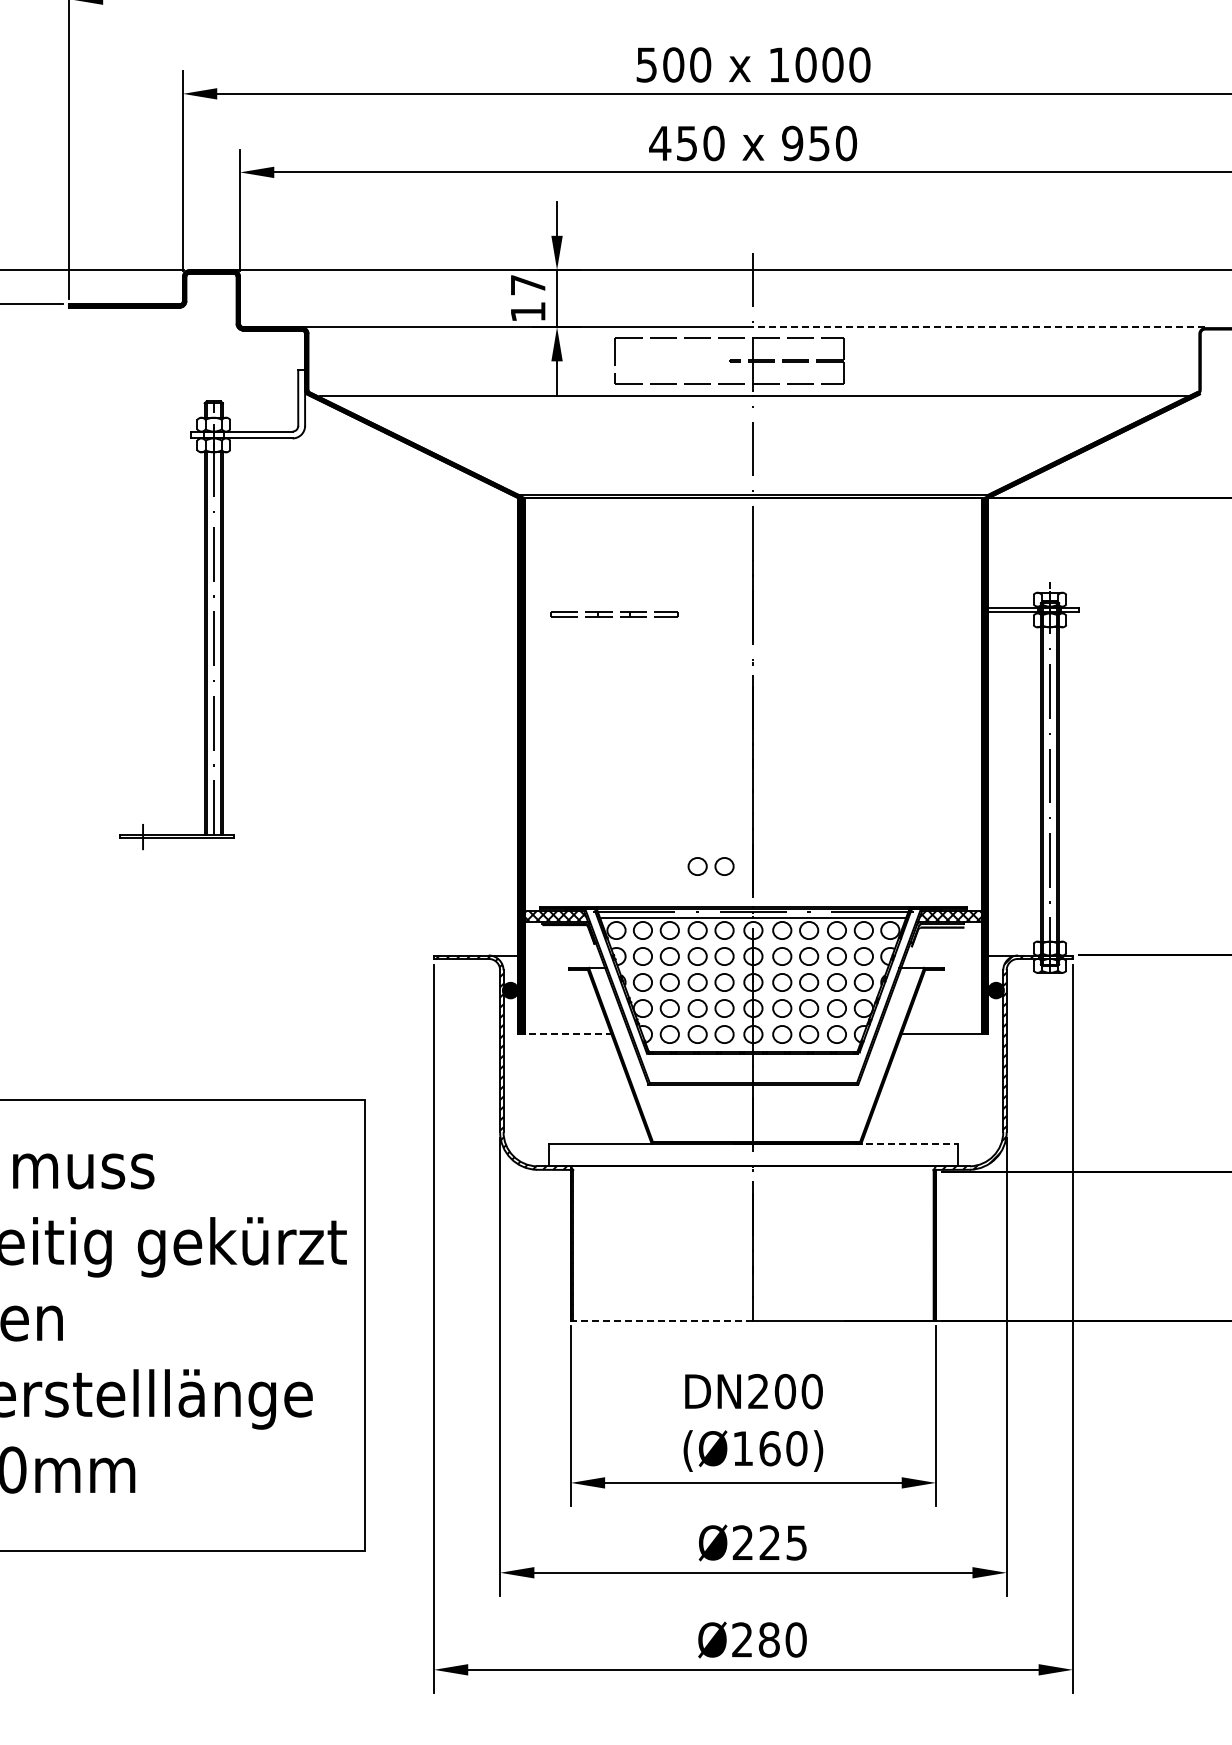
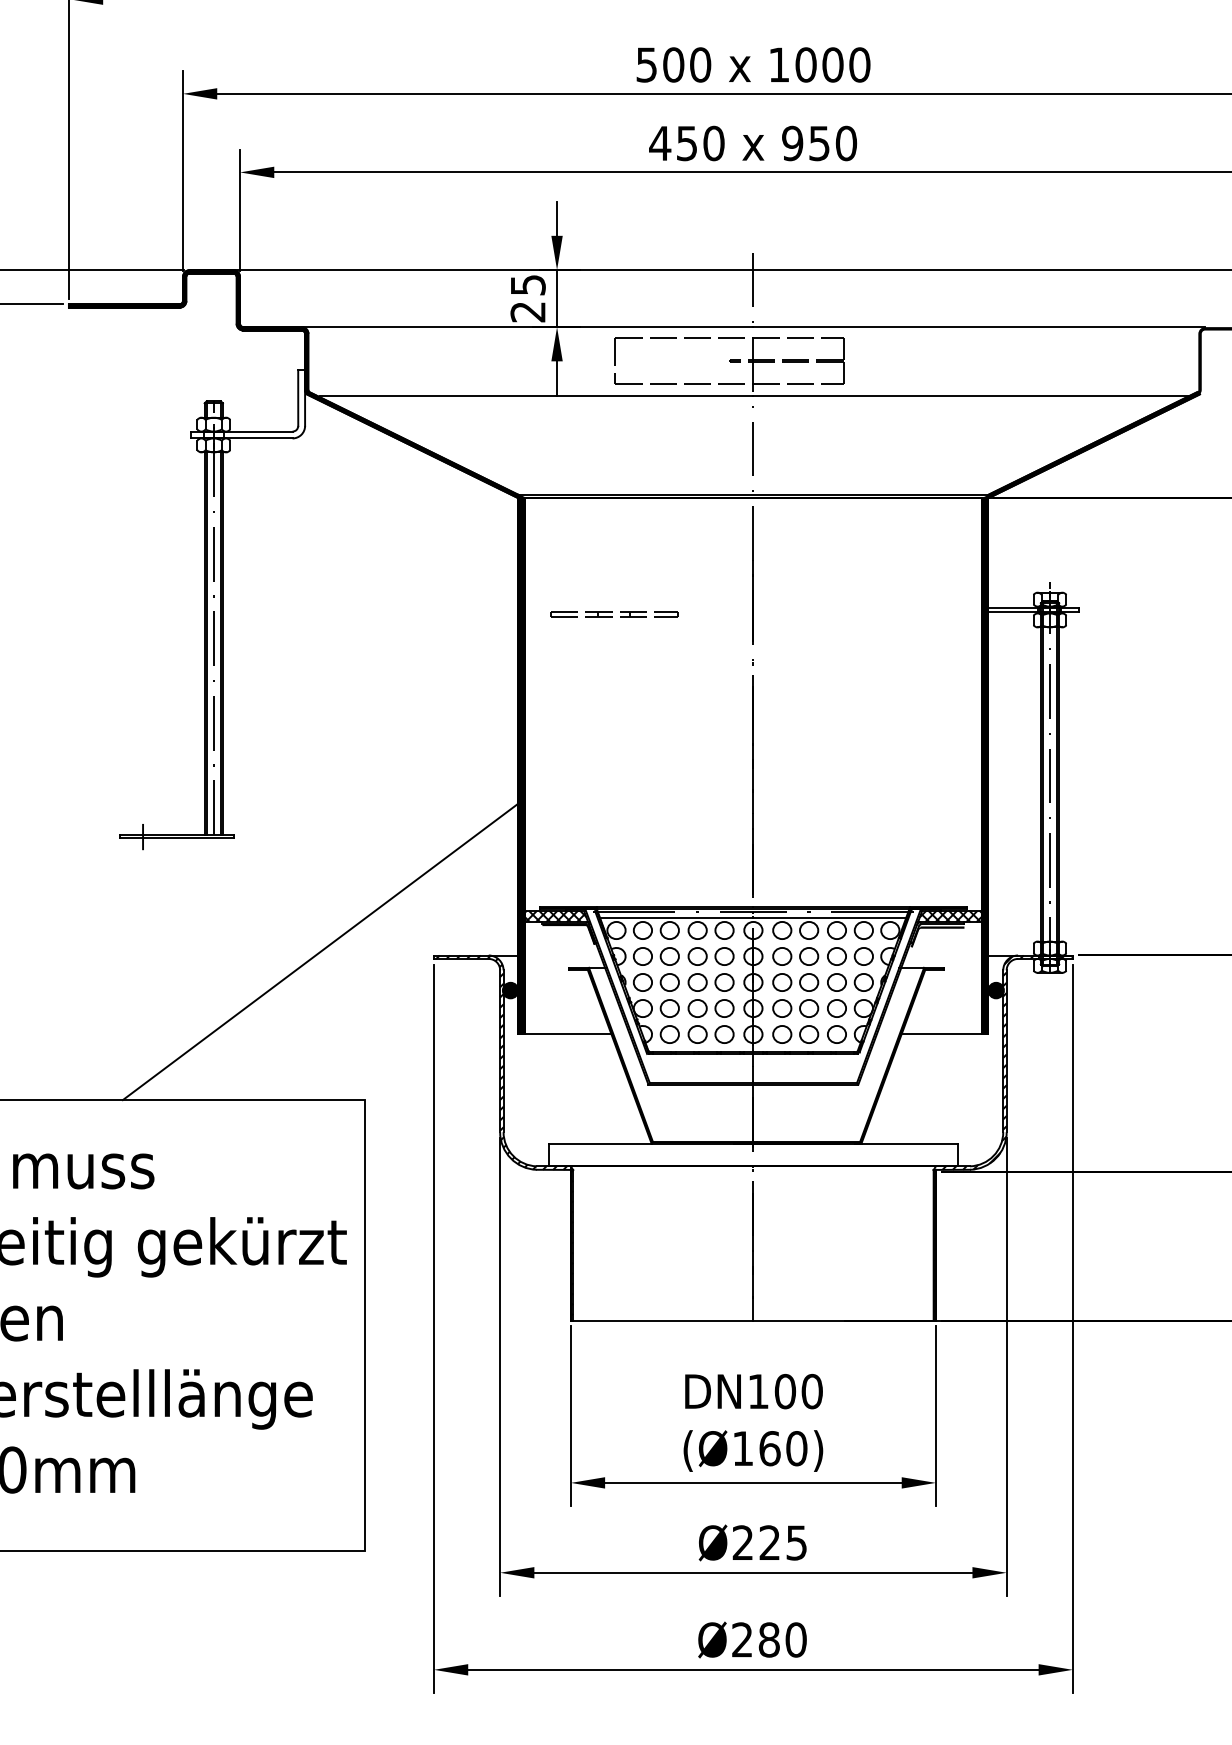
text at (527, 298): 17 -> 25
line at (979, 327): dashed -> solid
part at (710, 866): present -> none
line at (322, 949): none -> present
line at (564, 1034): dashed -> solid
line at (907, 1143): dashed -> solid
line at (661, 1320): dashed -> solid
text at (758, 1390): DN200 -> DN100
